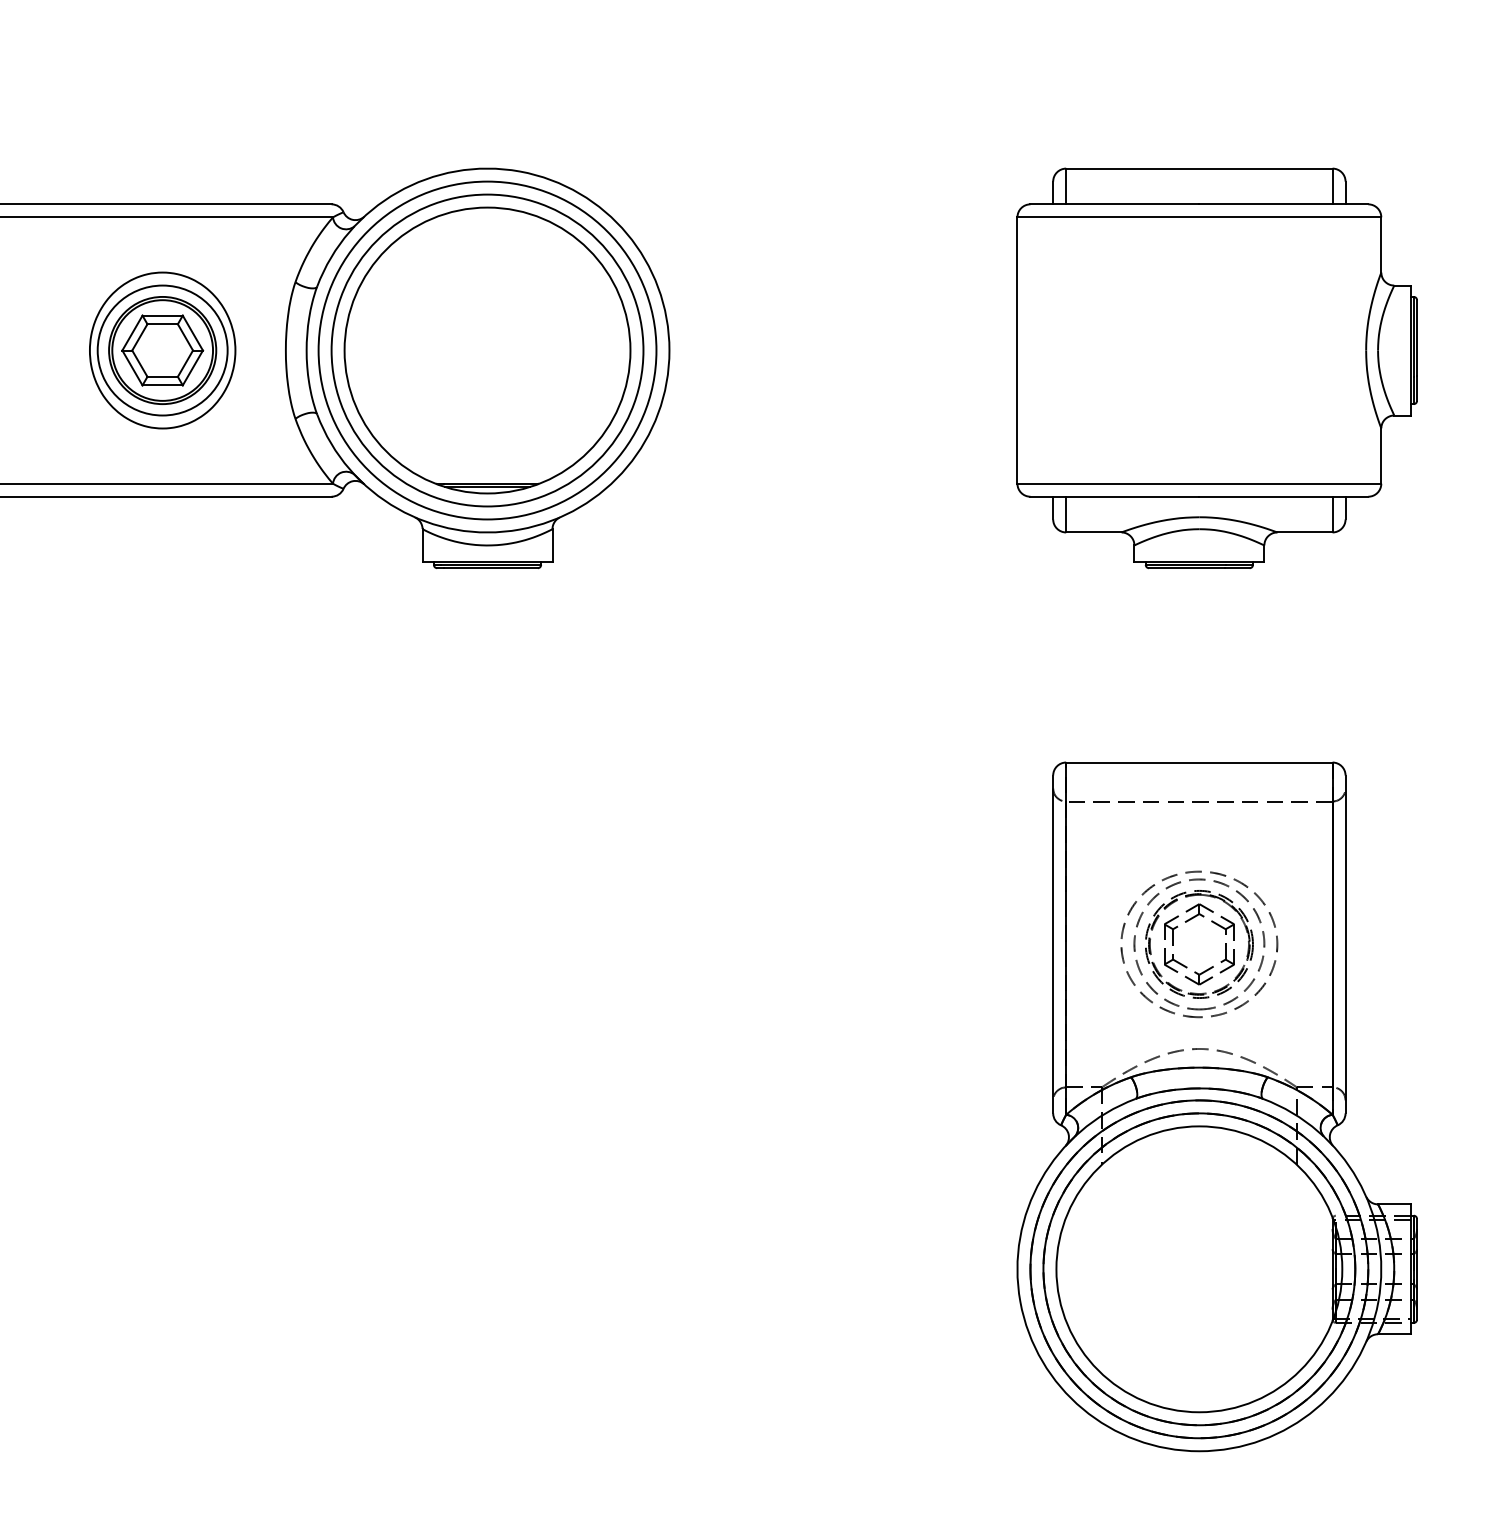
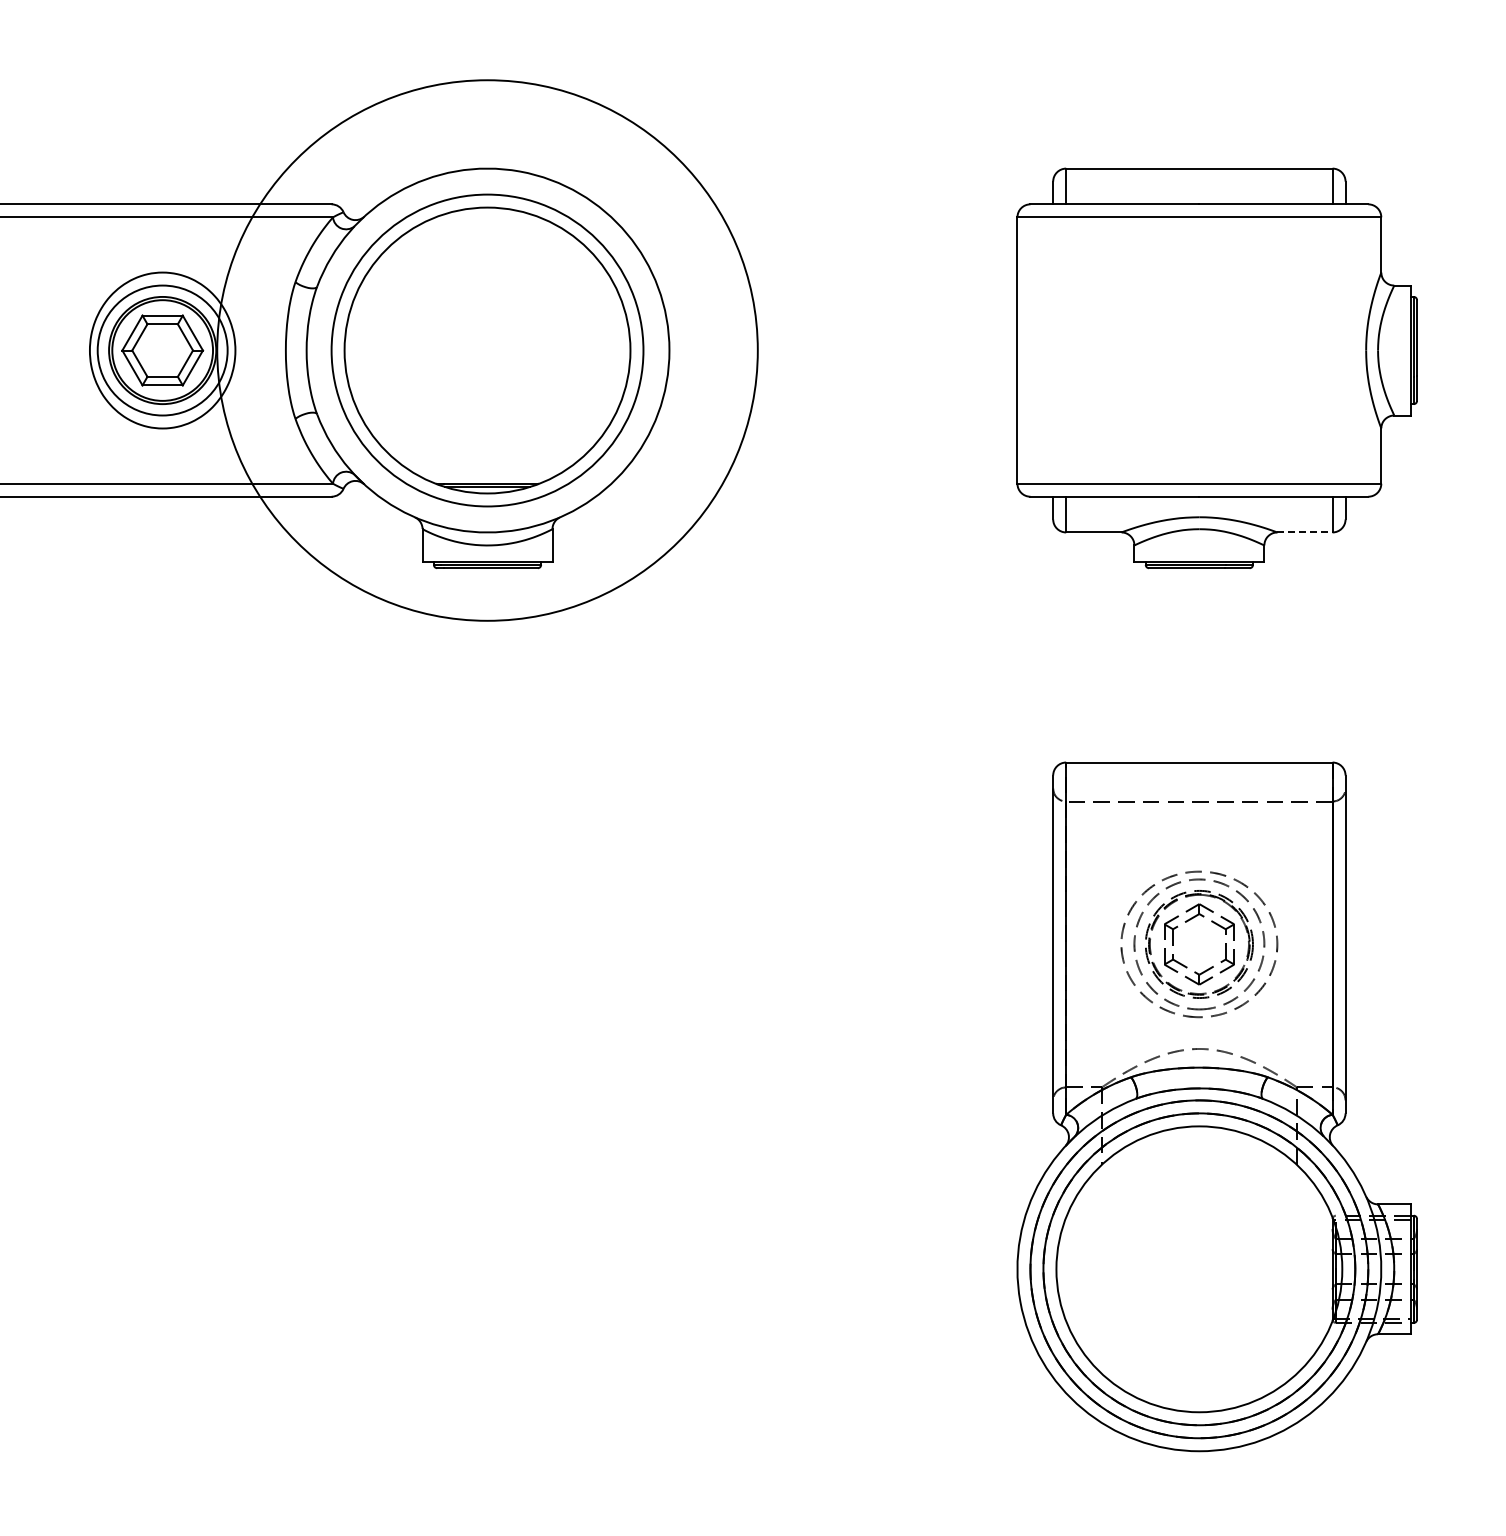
circle at (487, 350) diameter: 338 px -> 541 px
line at (1304, 532): solid -> dashed
